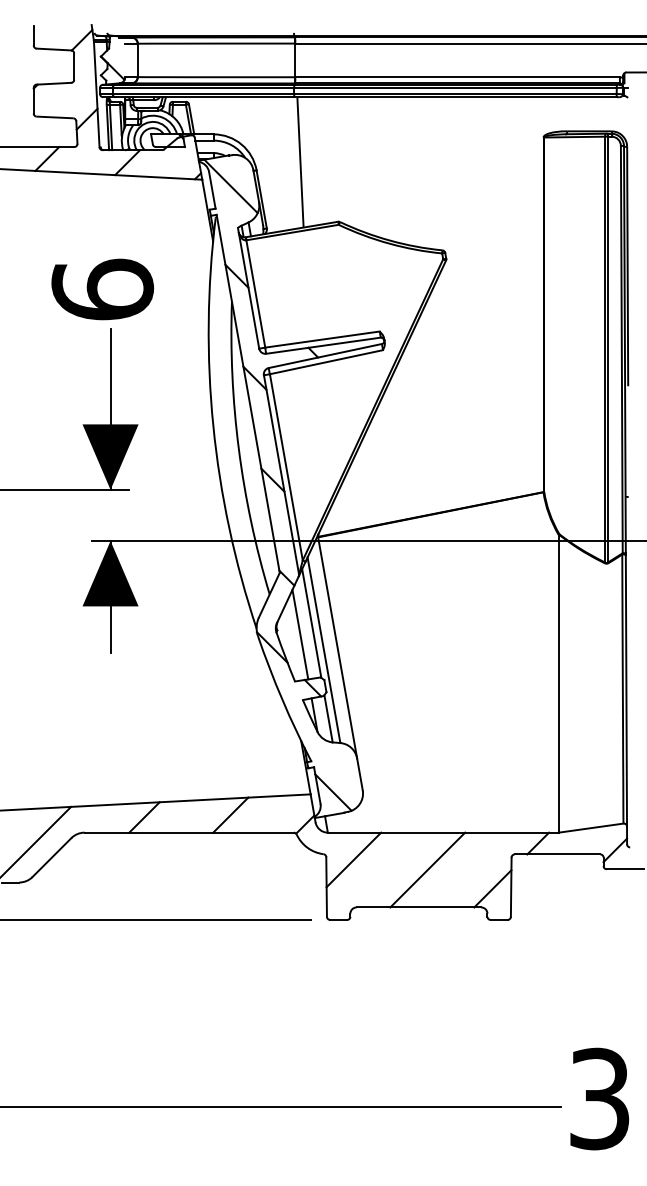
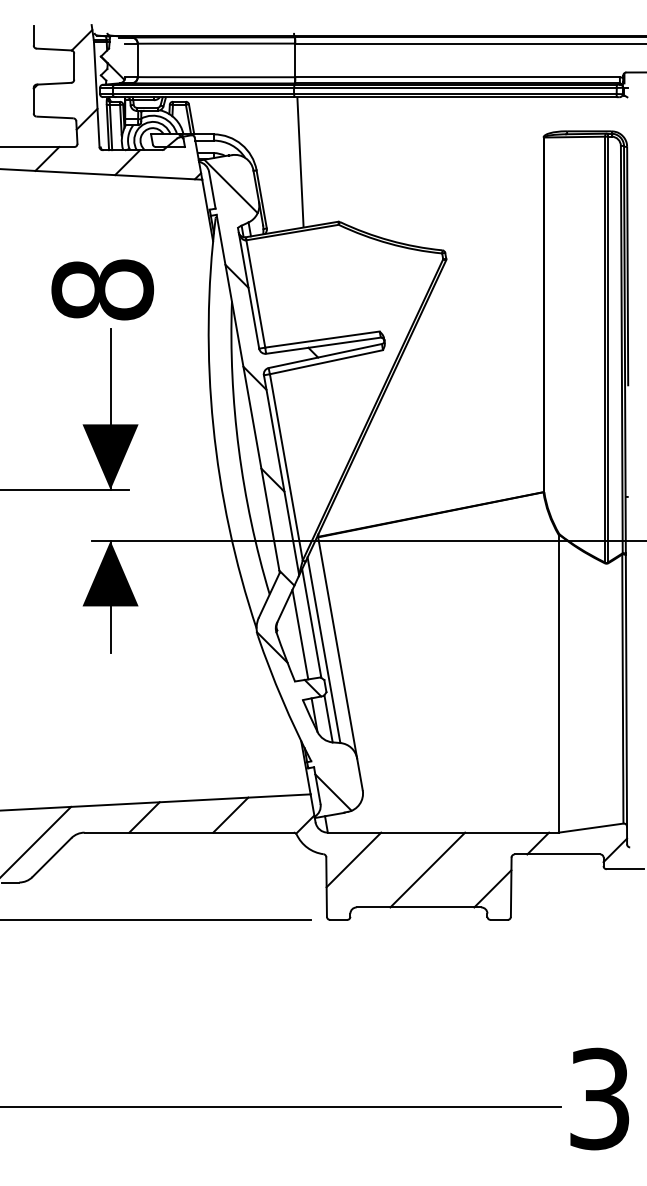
text at (102, 289): 6 -> 8
